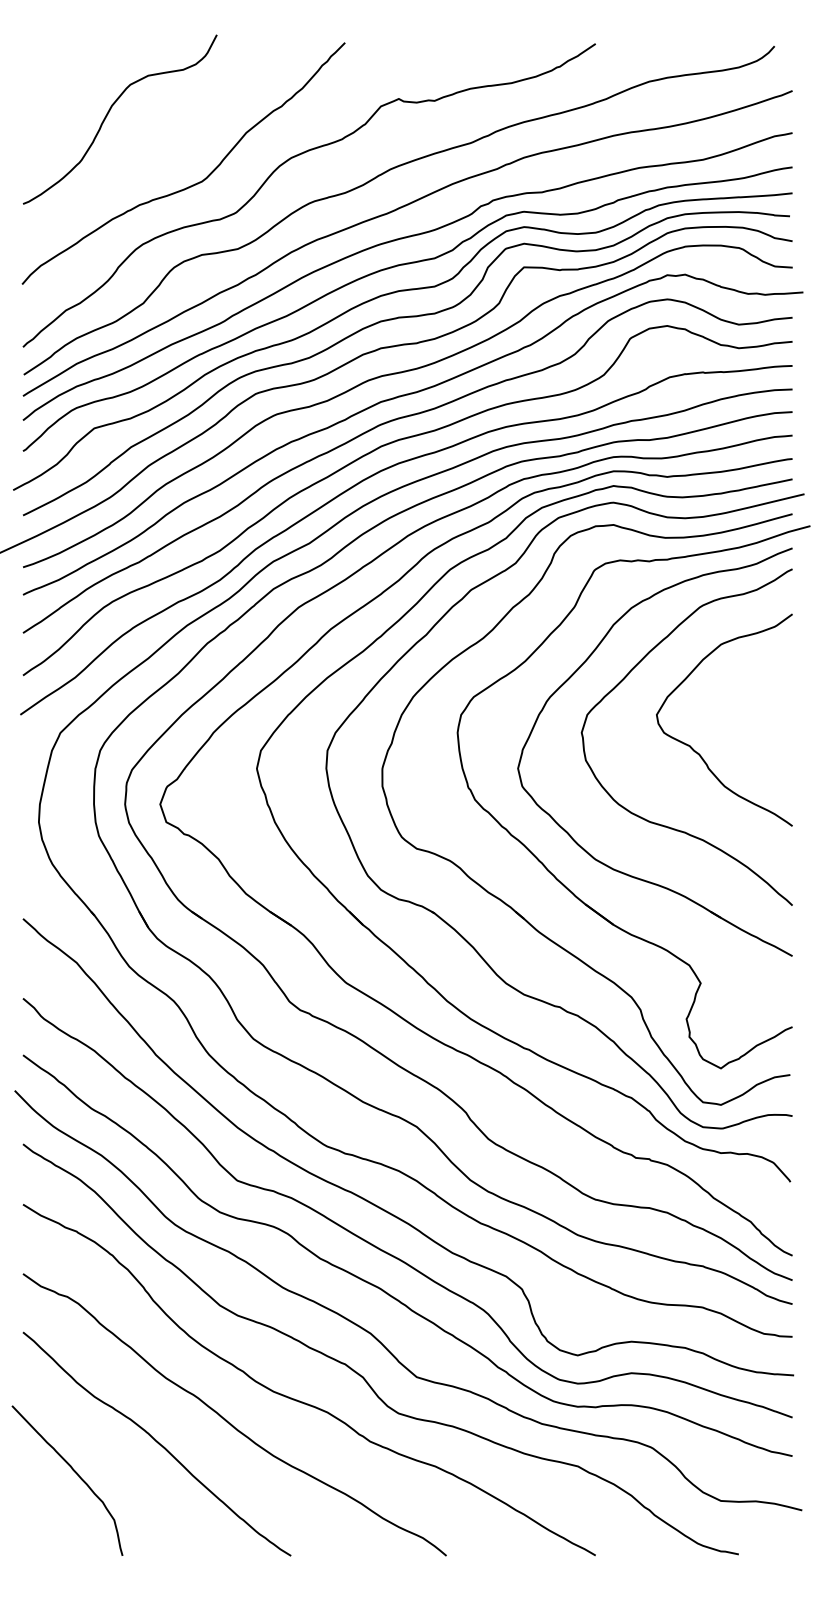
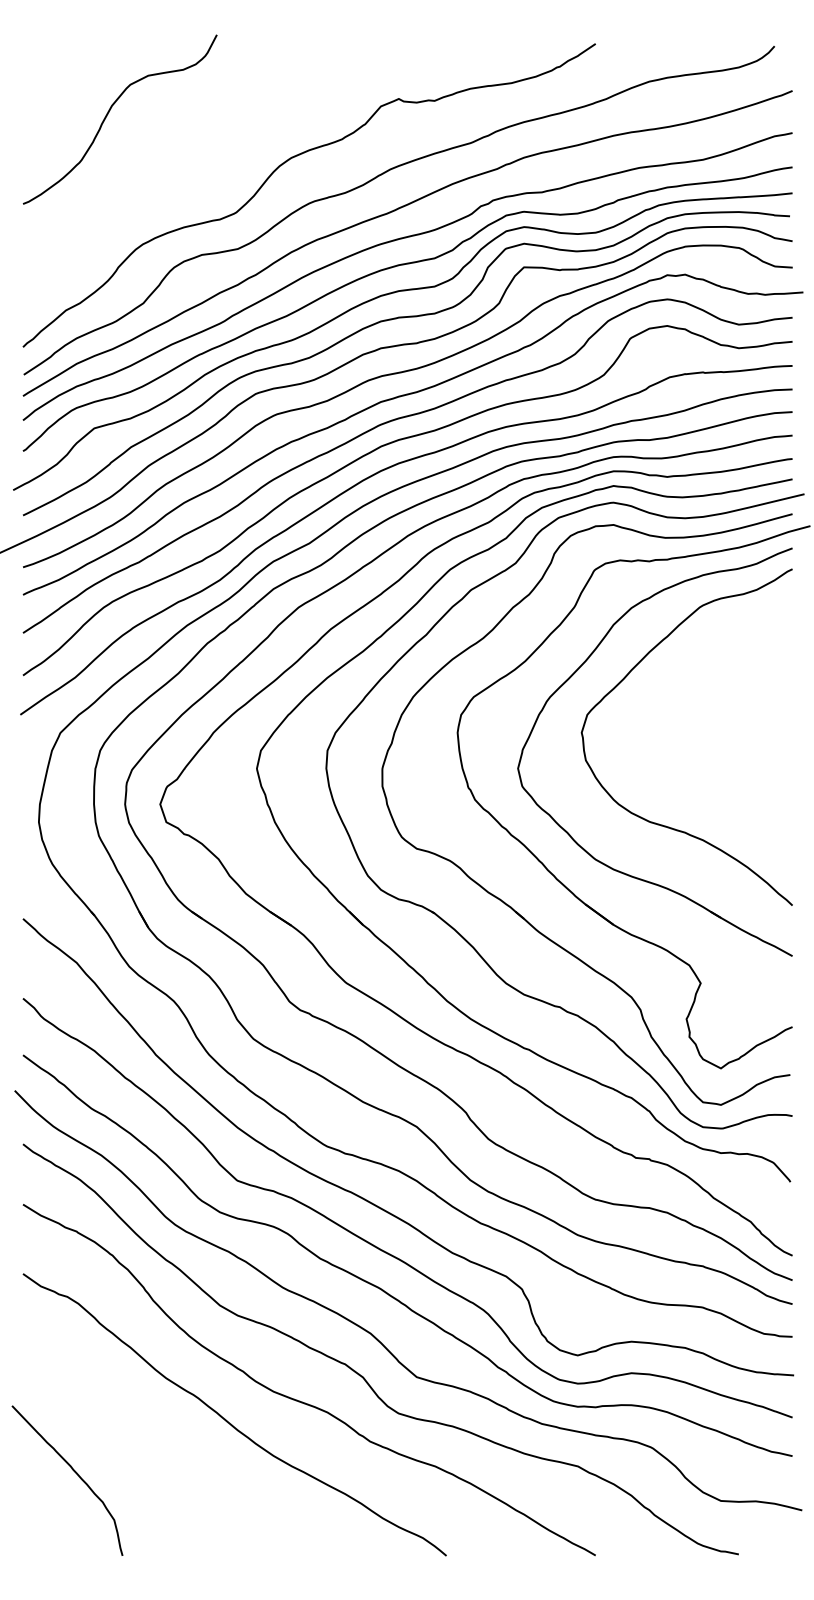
curve at (192, 184): present -> none
curve at (698, 752): present -> none
curve at (156, 1442): present -> none
